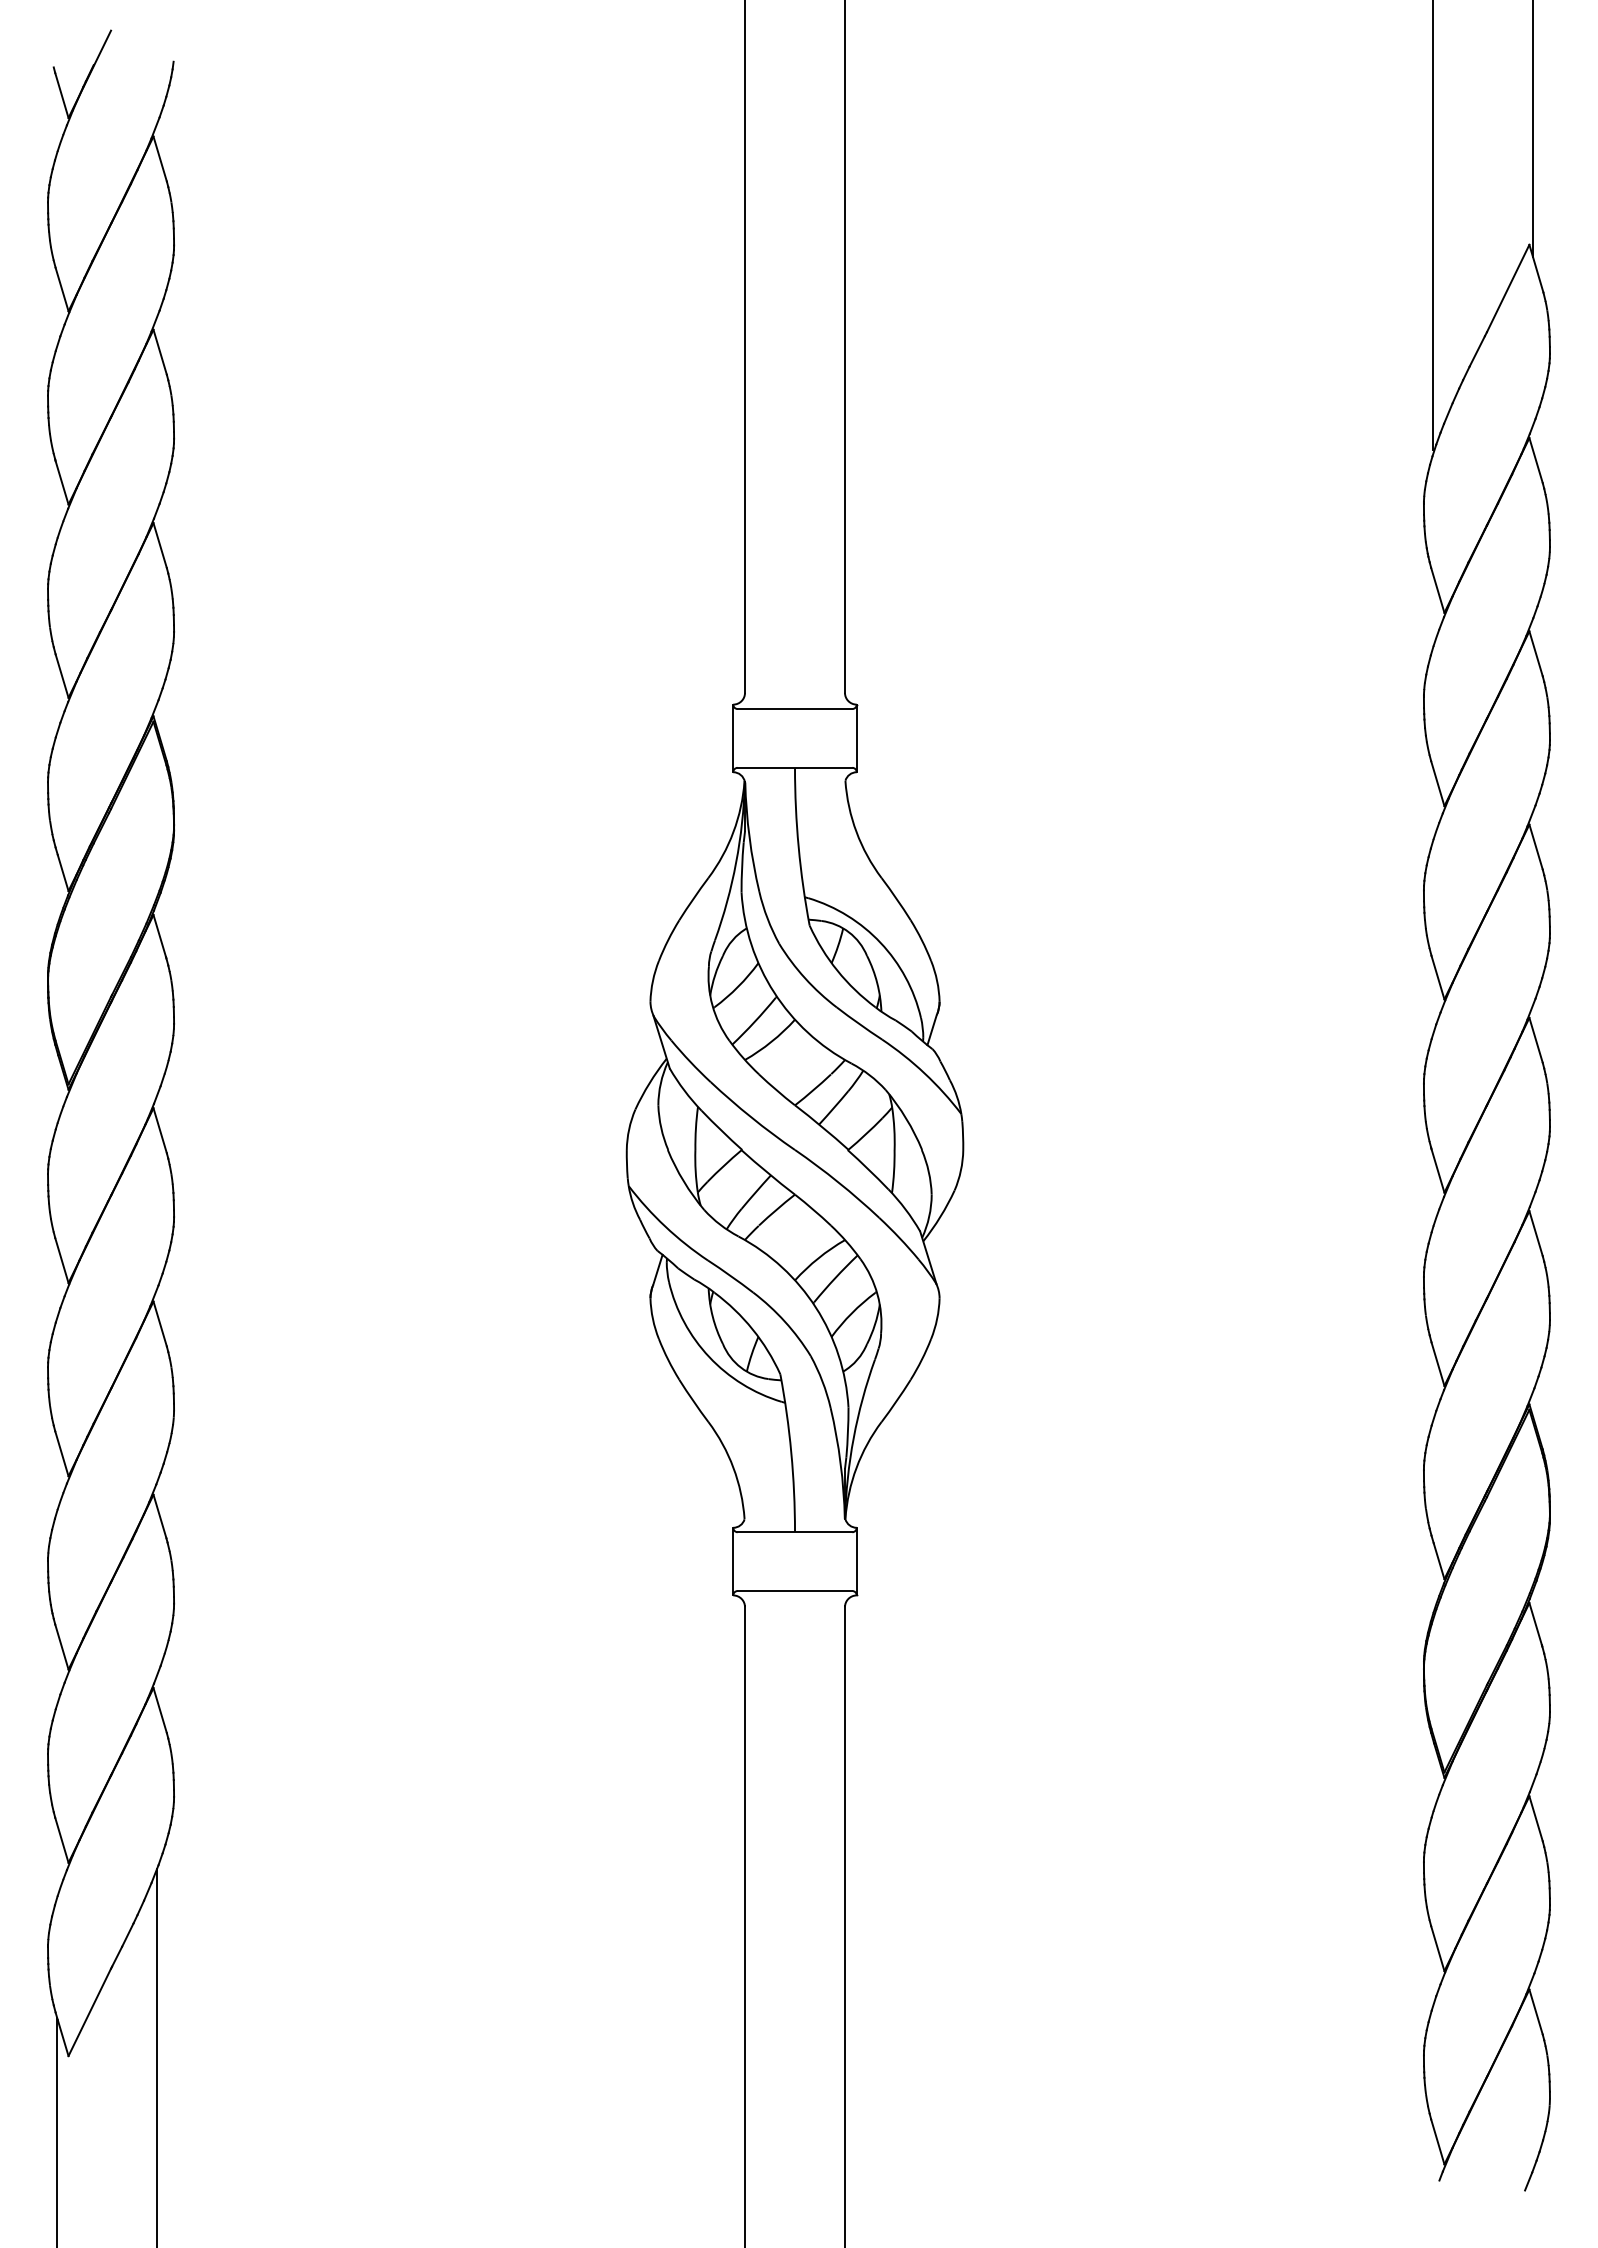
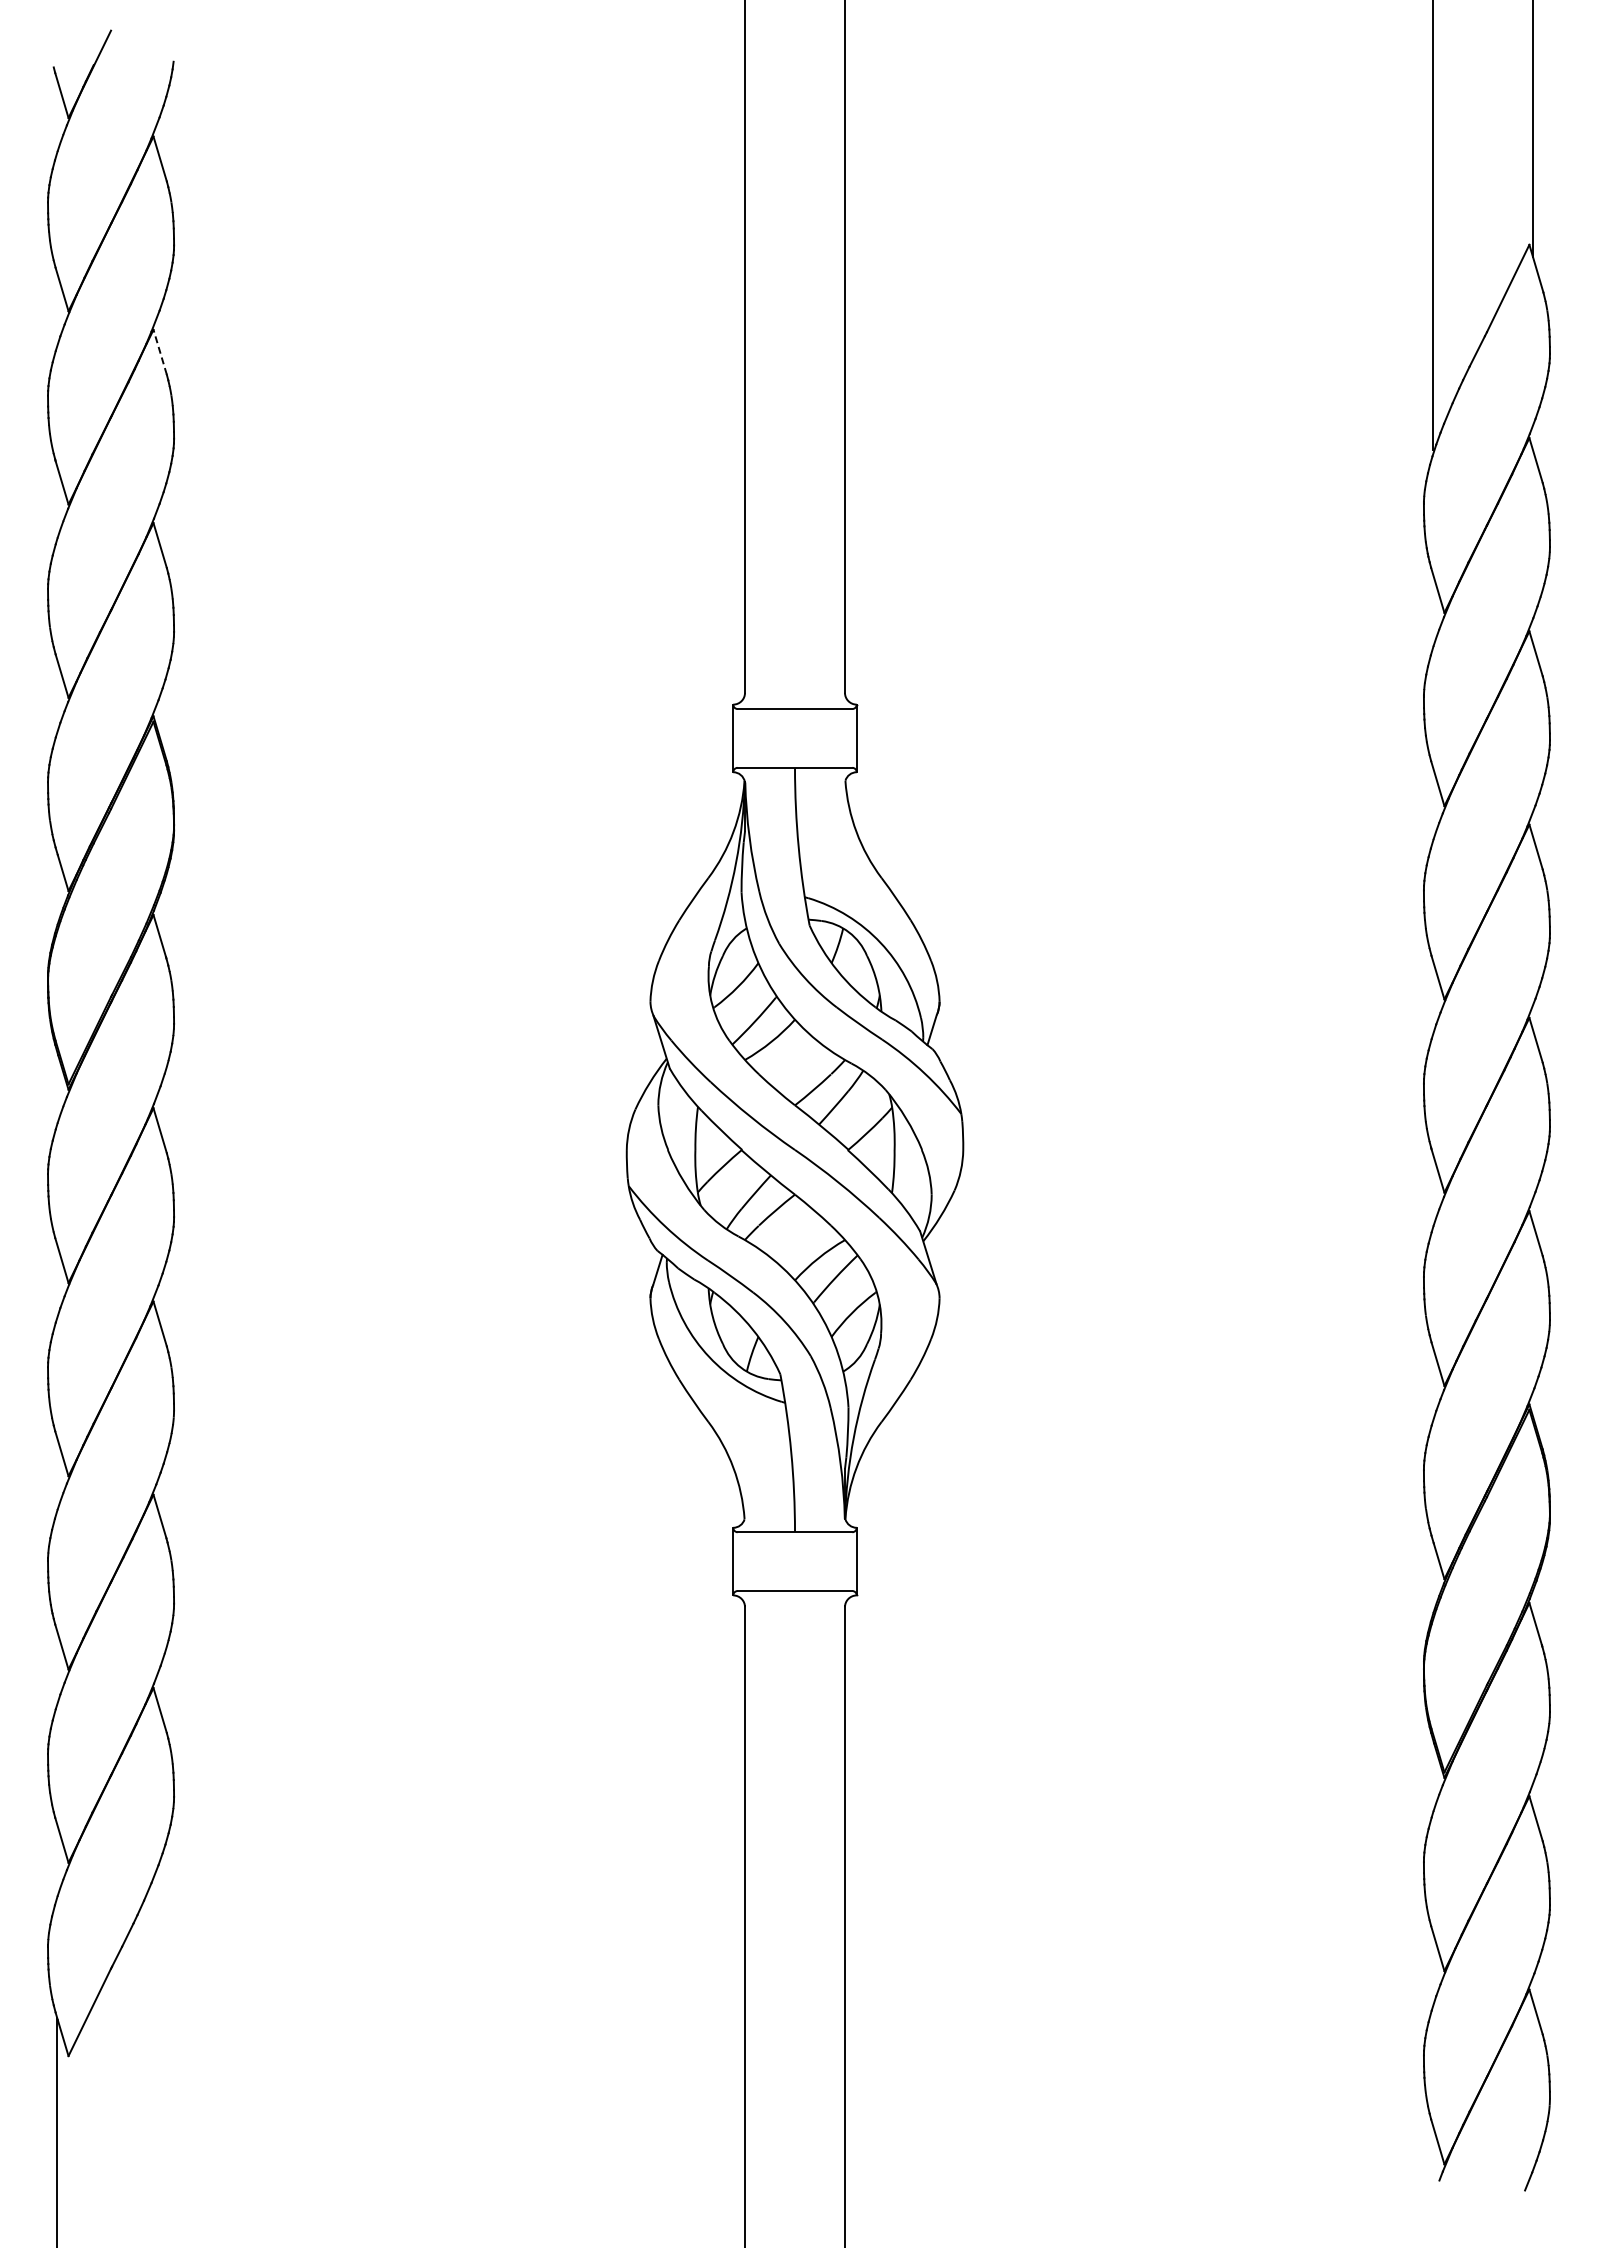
line at (160, 351): solid -> dashed
line at (157, 2056): present -> none
